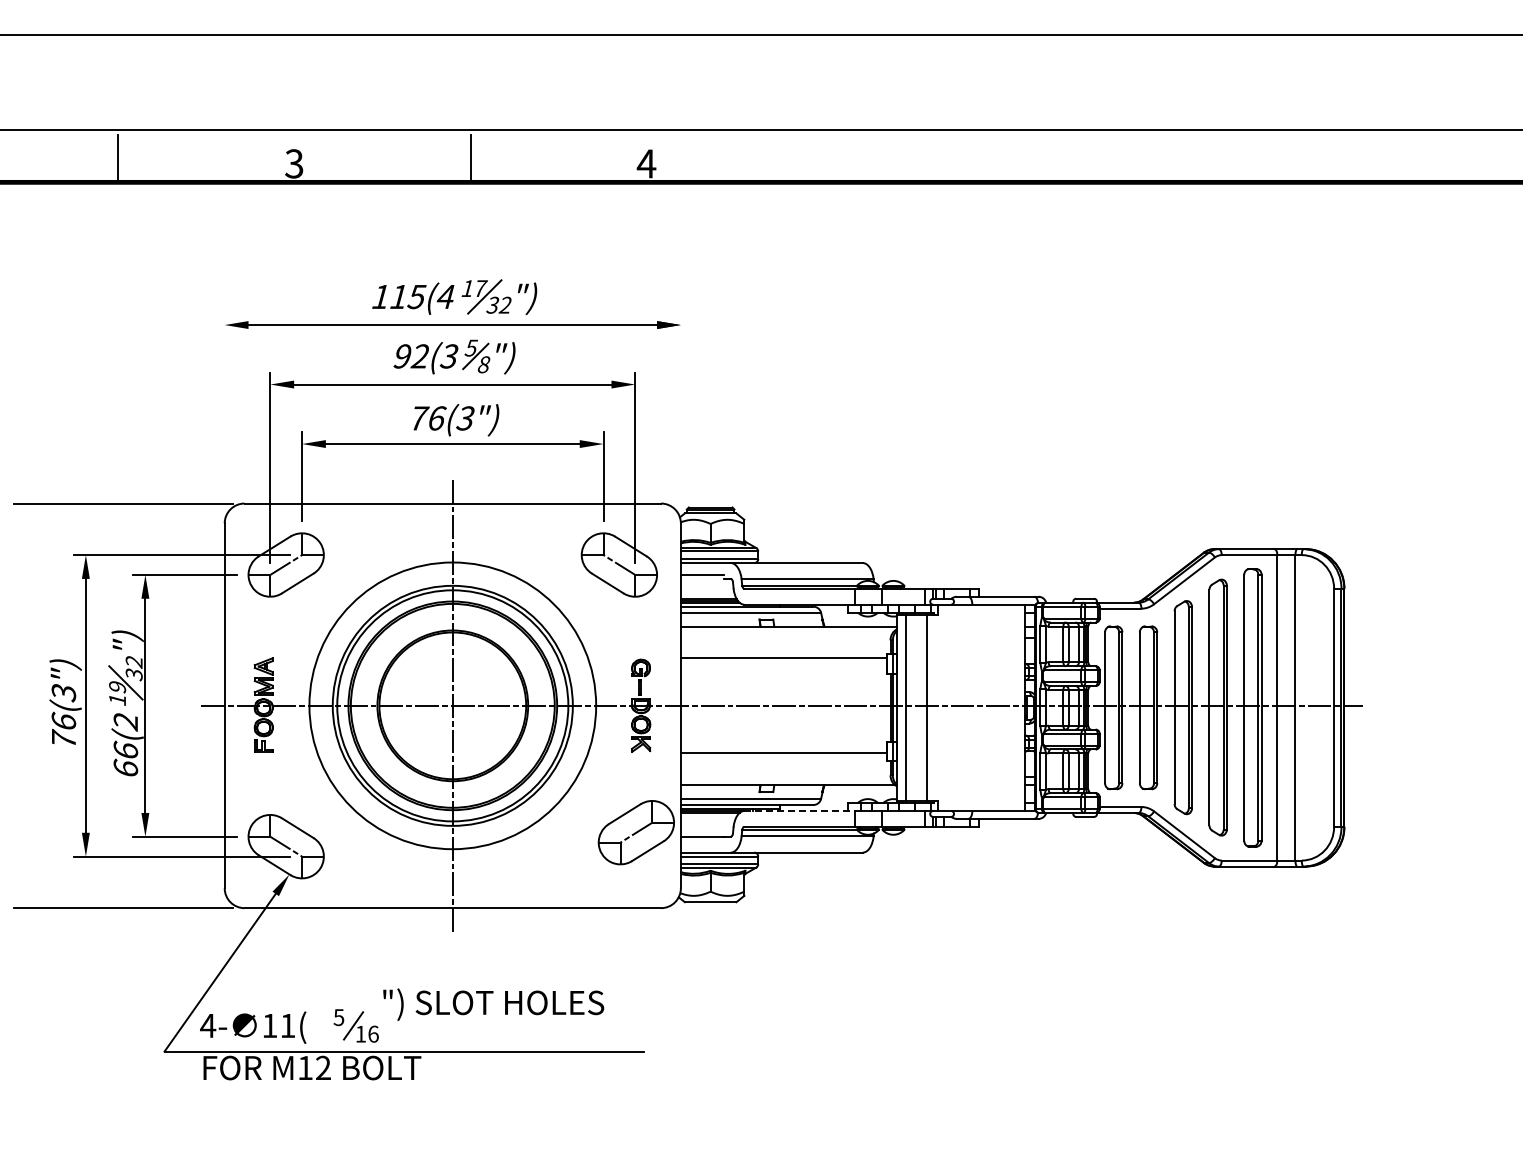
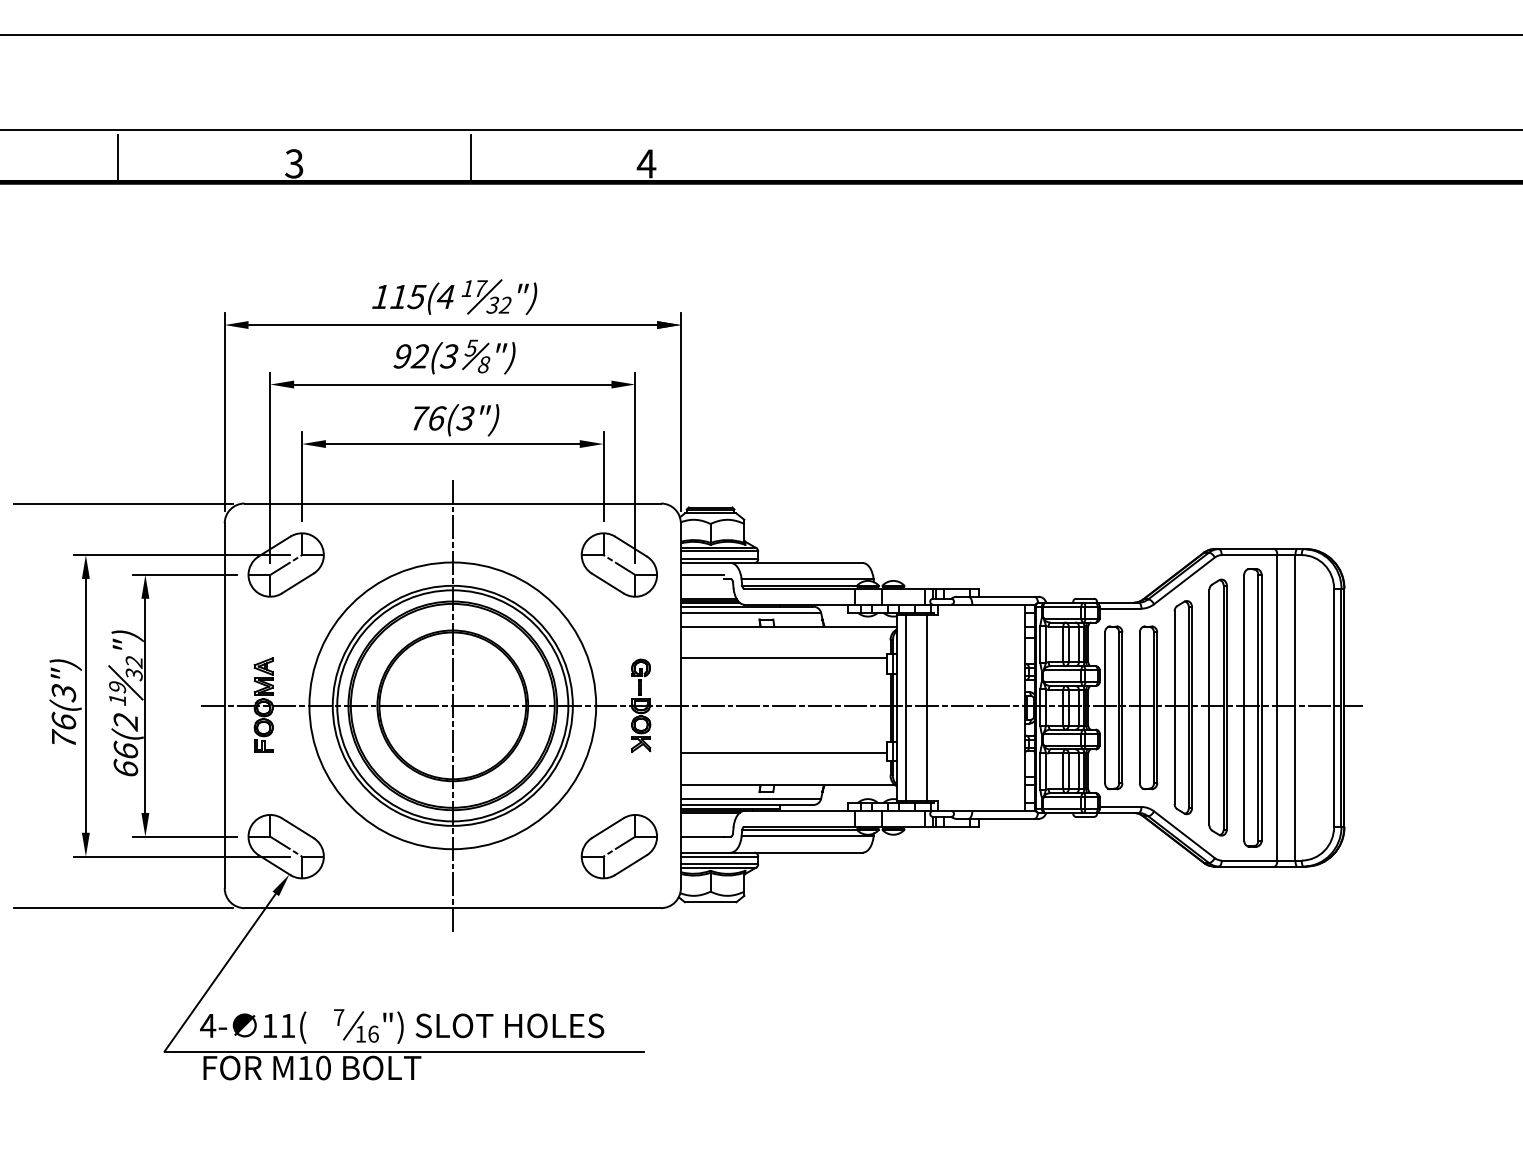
line at (224, 412): none -> present
line at (680, 412): none -> present
line at (800, 810): dashed -> solid
part at (635, 832) position: (635, 832) -> (618, 846)
text at (493, 1004) position: (493, 1004) -> (493, 1027)
text at (338, 1017): 5 -> 7
text at (323, 1067): M12 -> M10
